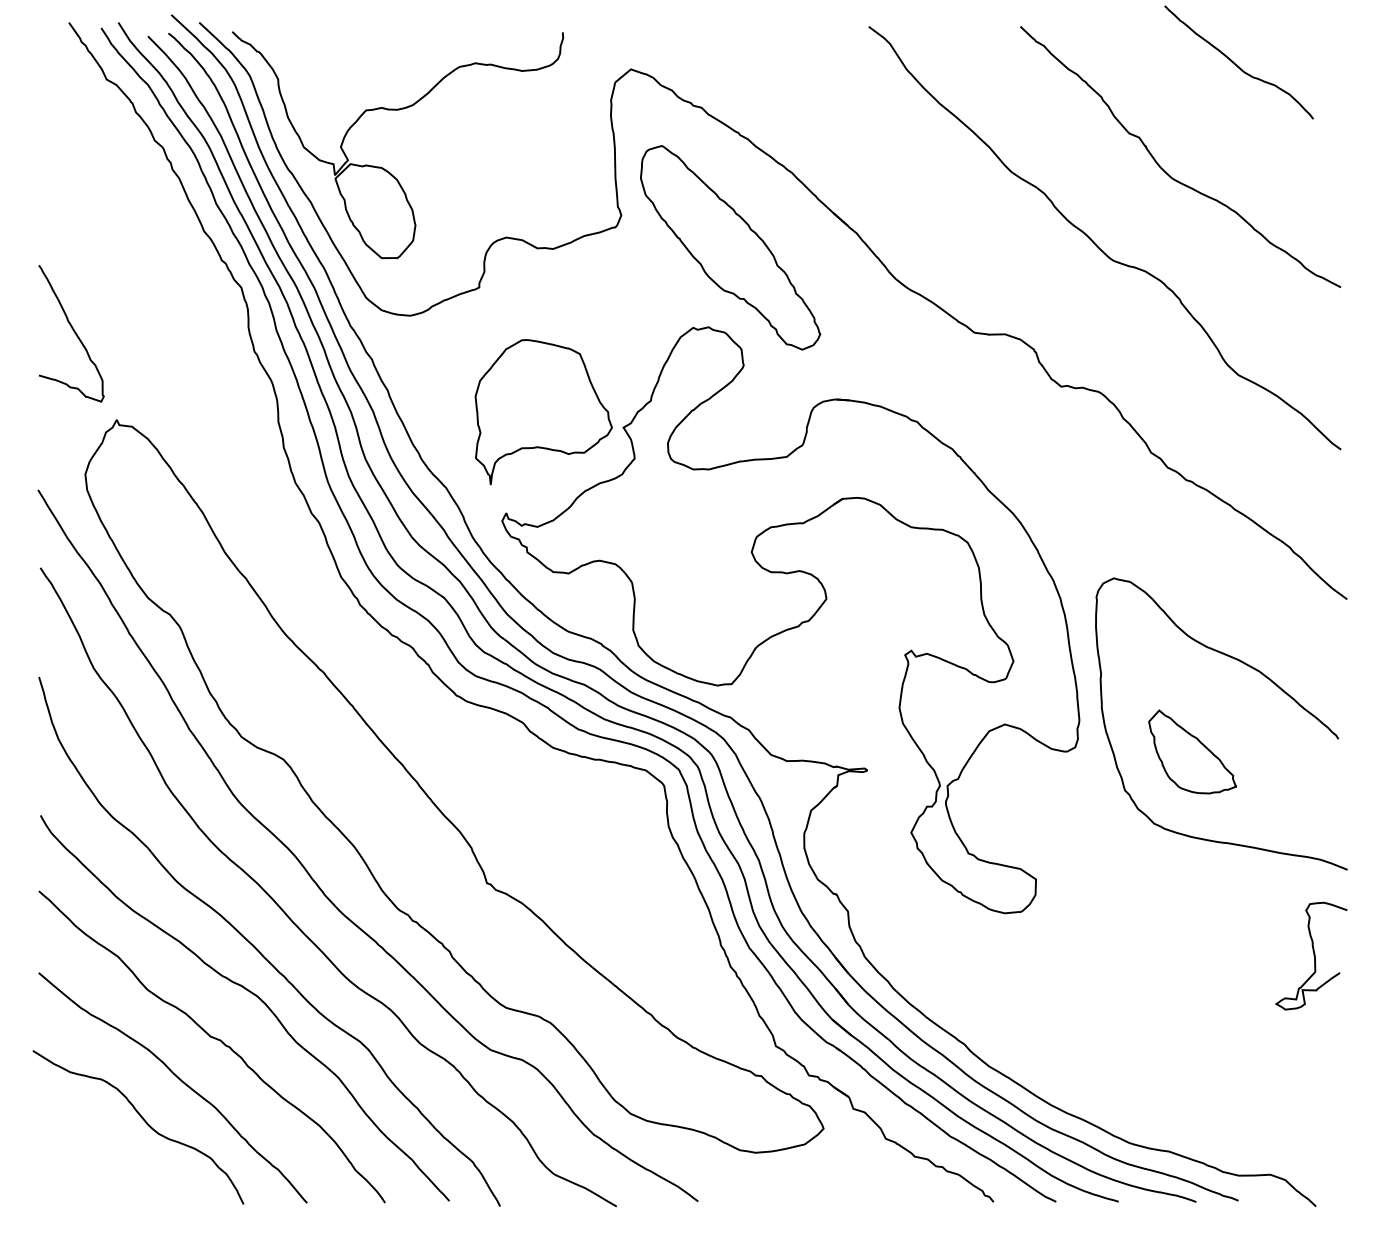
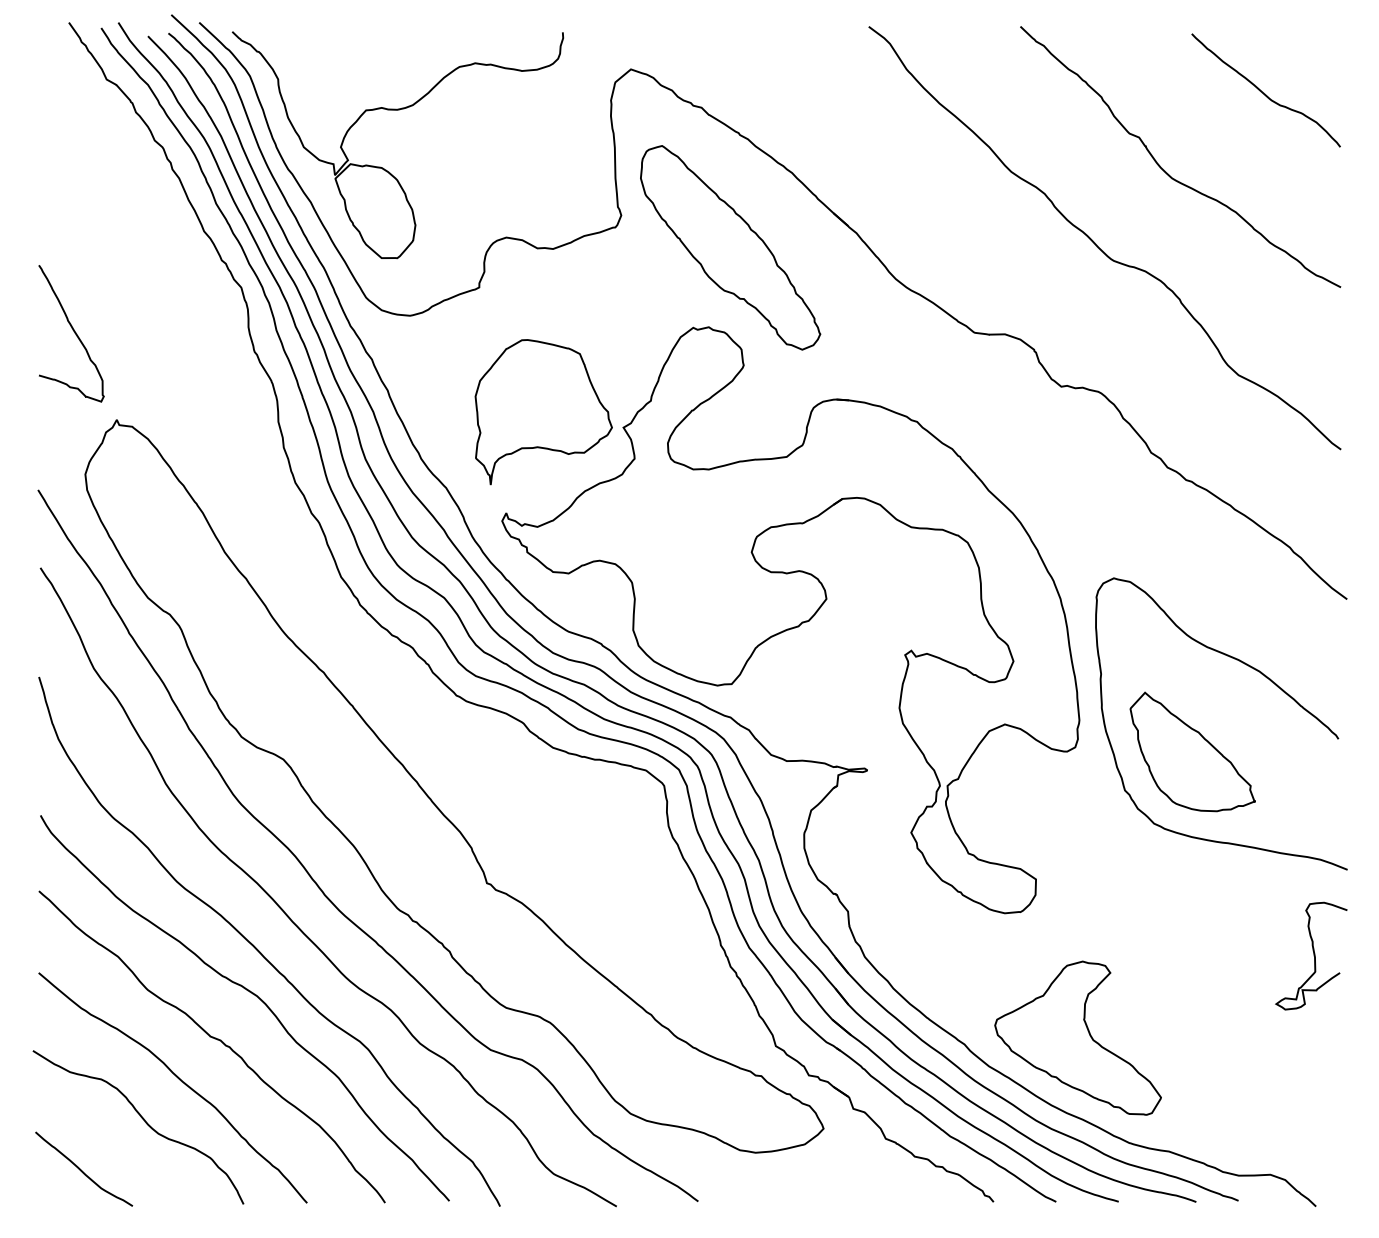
curve at (1236, 64) position: (1236, 64) -> (1263, 92)
part at (1192, 751) size: 89x86 px -> 127x122 px
part at (1077, 1037): none -> present
curve at (82, 1170): none -> present
